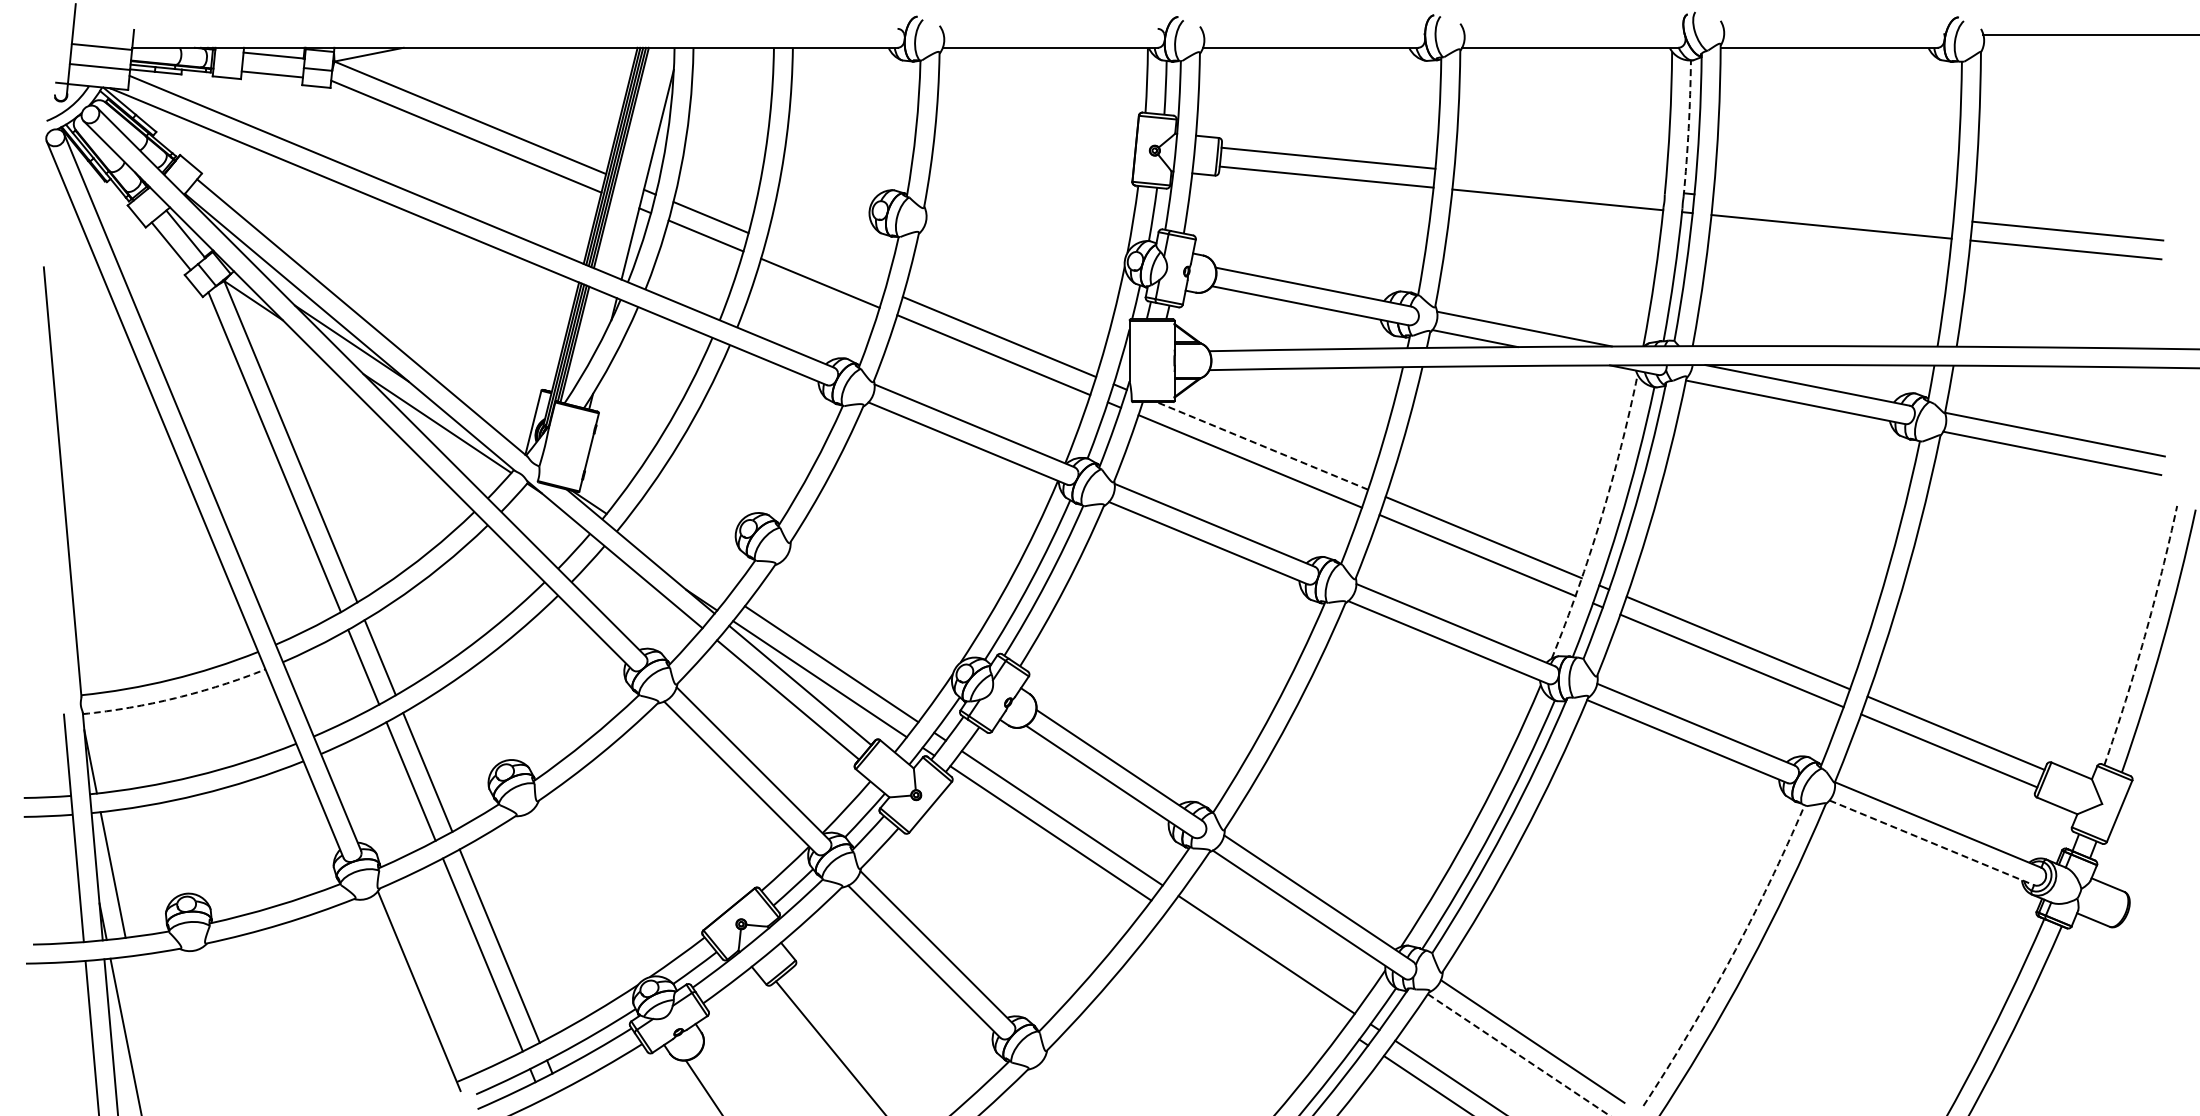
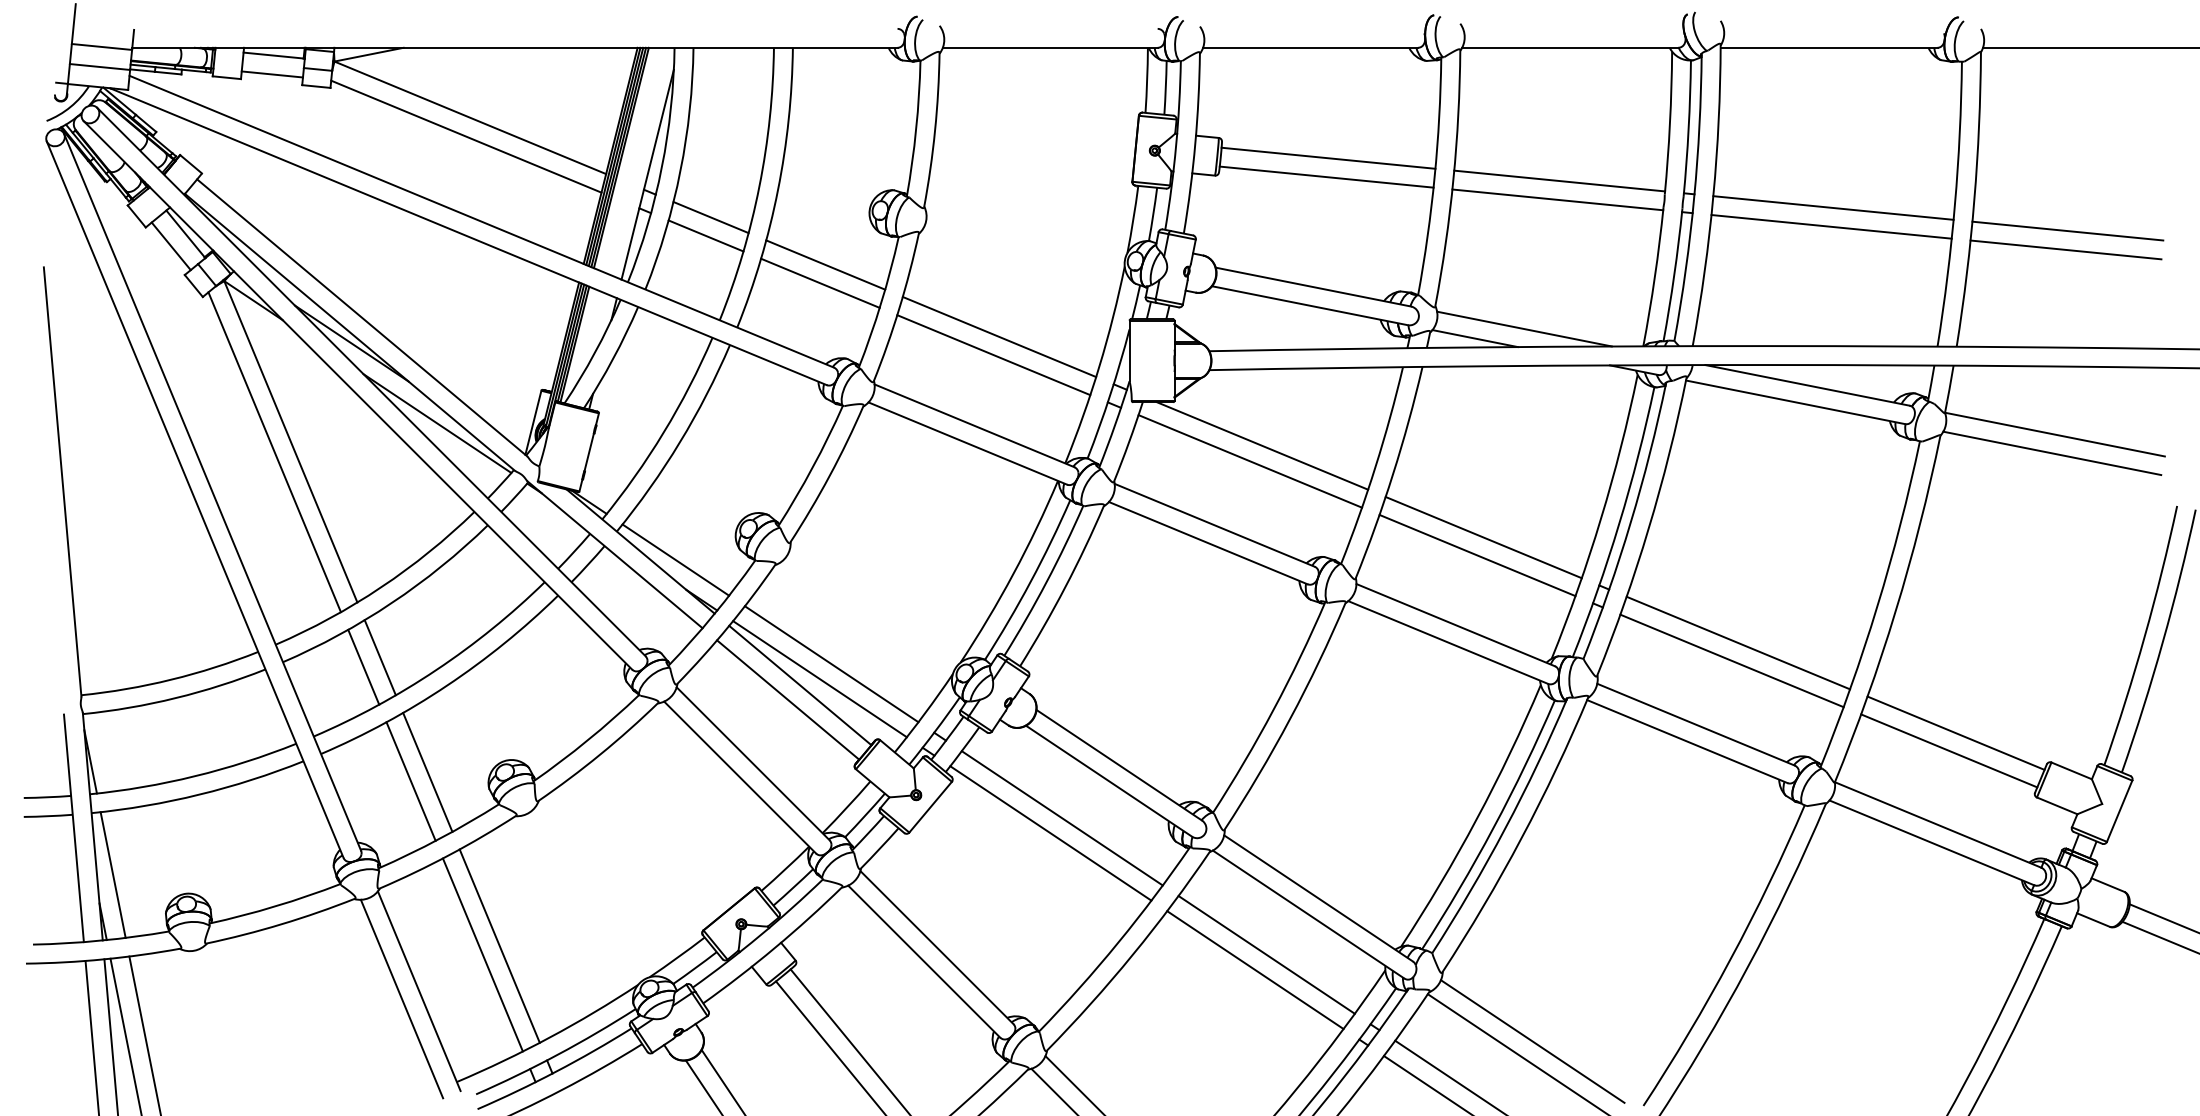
line at (2089, 34) position: (2089, 34) -> (2089, 47)
arc at (1688, 128): dashed -> solid
line at (1559, 180): none -> present
line at (1833, 207): none -> present
line at (825, 264): none -> present
line at (1262, 445): dashed -> solid
arc at (1601, 518): dashed -> solid
line at (675, 559): none -> present
arc at (2144, 636): dashed -> solid
arc at (175, 698): dashed -> solid
line at (1931, 842): dashed -> solid
line at (2162, 917): none -> present
line at (2159, 936): none -> present
arc at (1730, 959): dashed -> solid
line at (1255, 970): none -> present
line at (401, 998): none -> present
line at (144, 1034): none -> present
line at (849, 1040): none -> present
line at (1519, 1055): dashed -> solid
line at (722, 1081): none -> present
line at (1073, 1084): none -> present
line at (1053, 1090): none -> present
